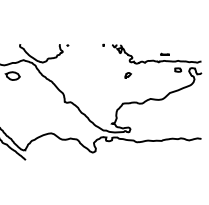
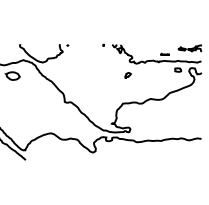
part at (189, 48): none -> present
